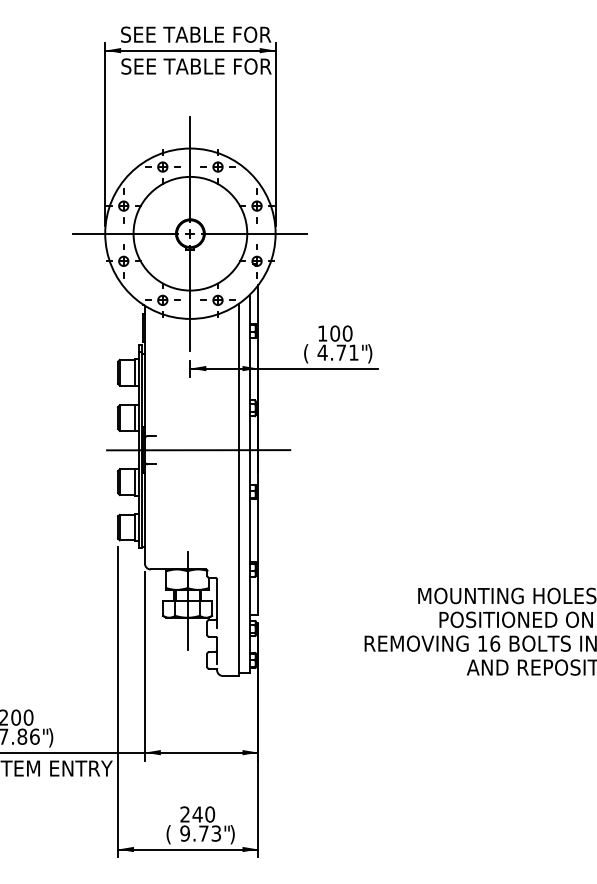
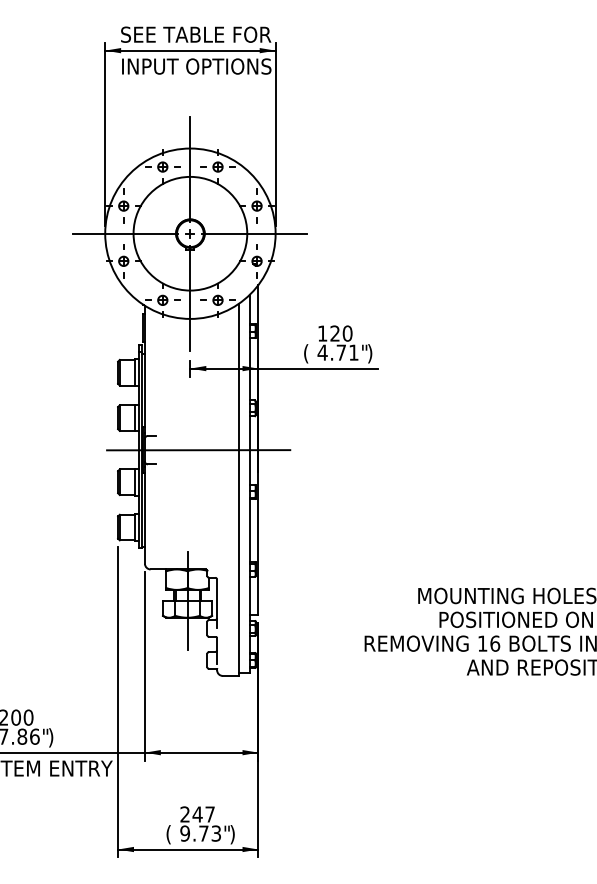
text at (196, 66): SEE TABLE FOR -> INPUT OPTIONS
text at (335, 333): 100 -> 120
text at (210, 814): 240 -> 247
